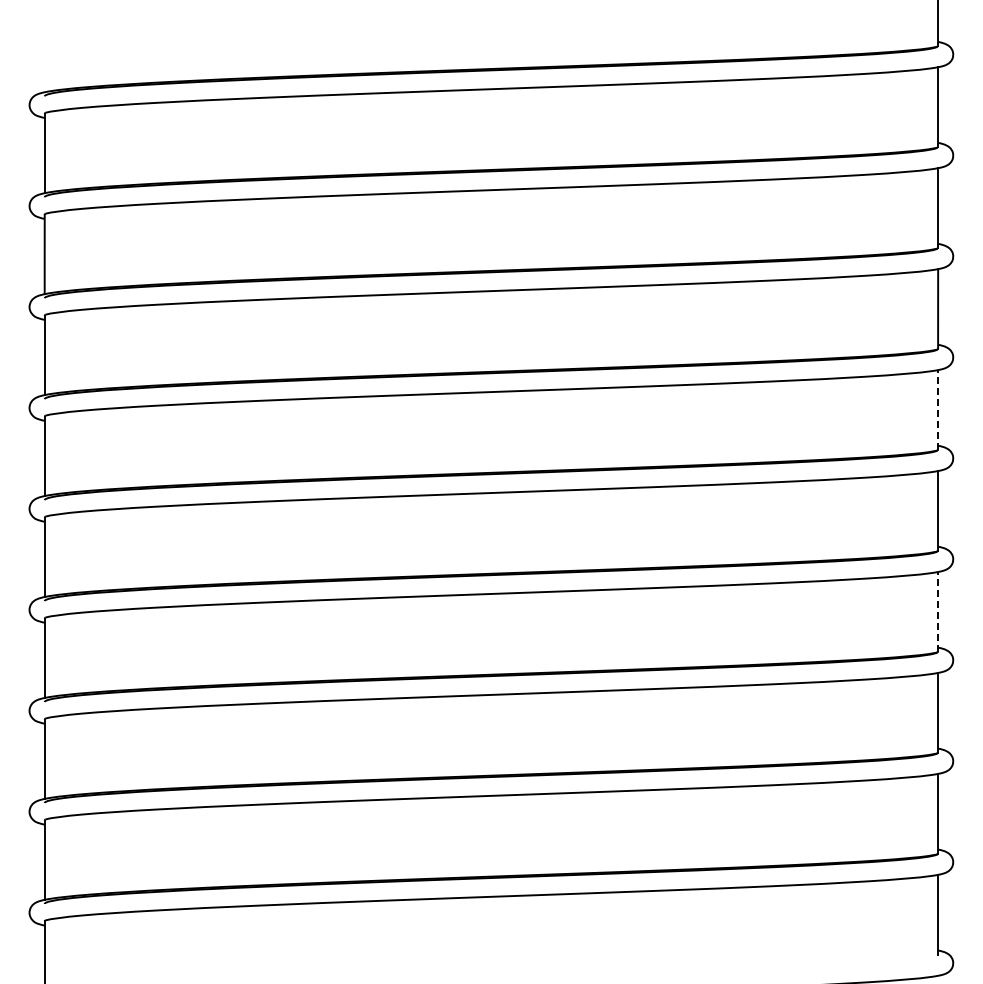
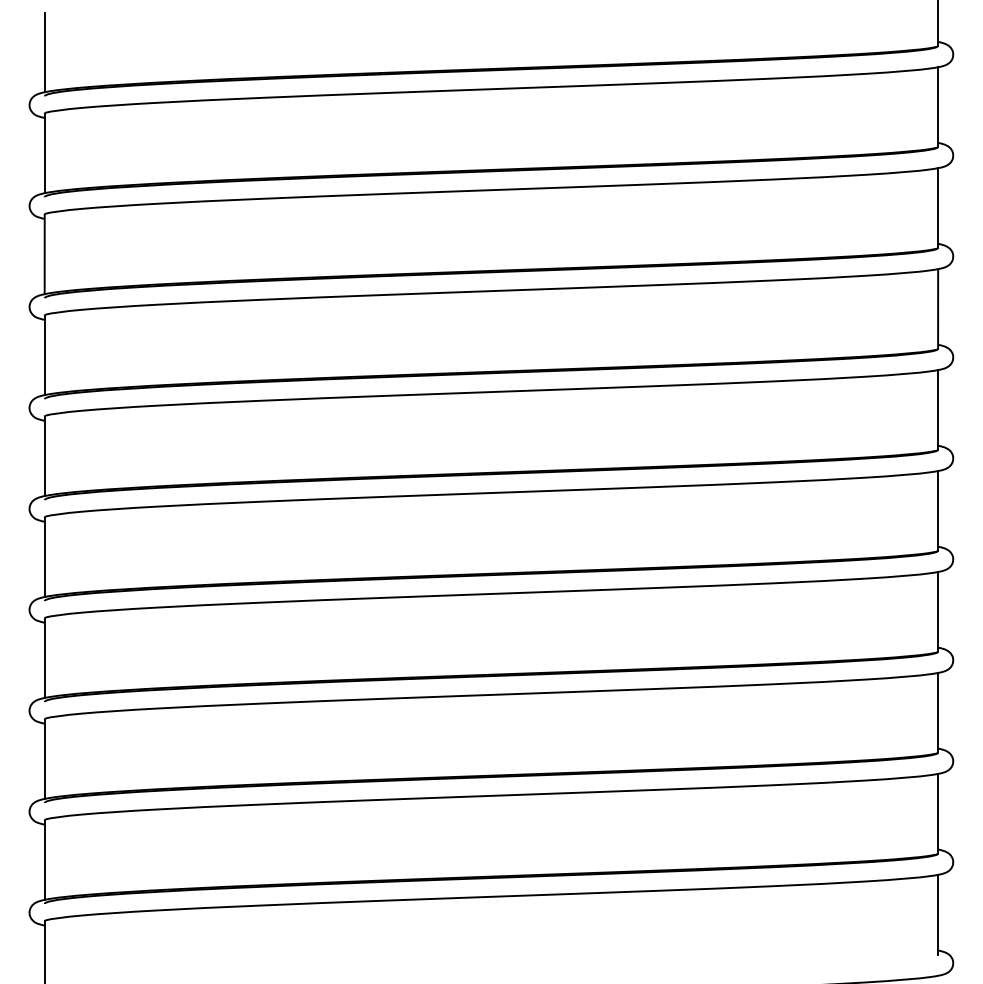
line at (44, 52): none -> present
line at (938, 409): dashed -> solid
line at (938, 611): dashed -> solid
